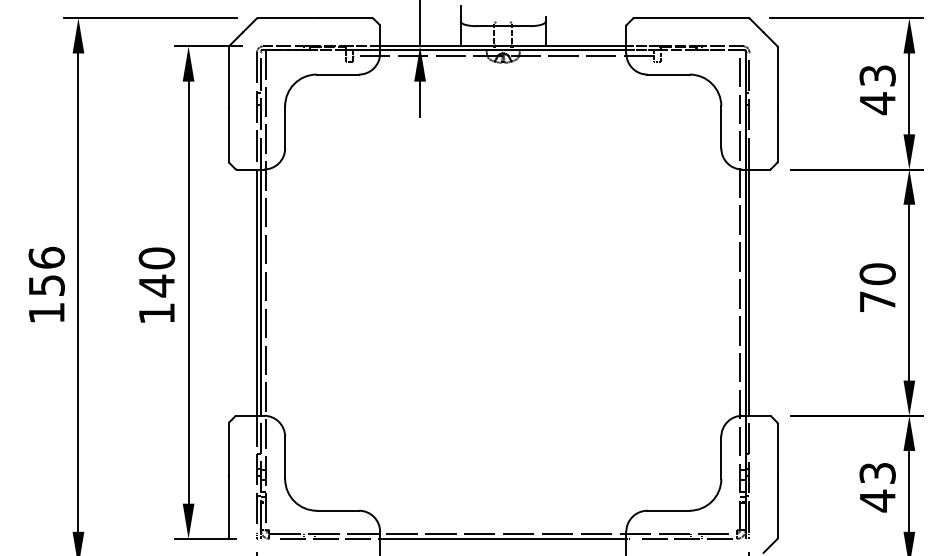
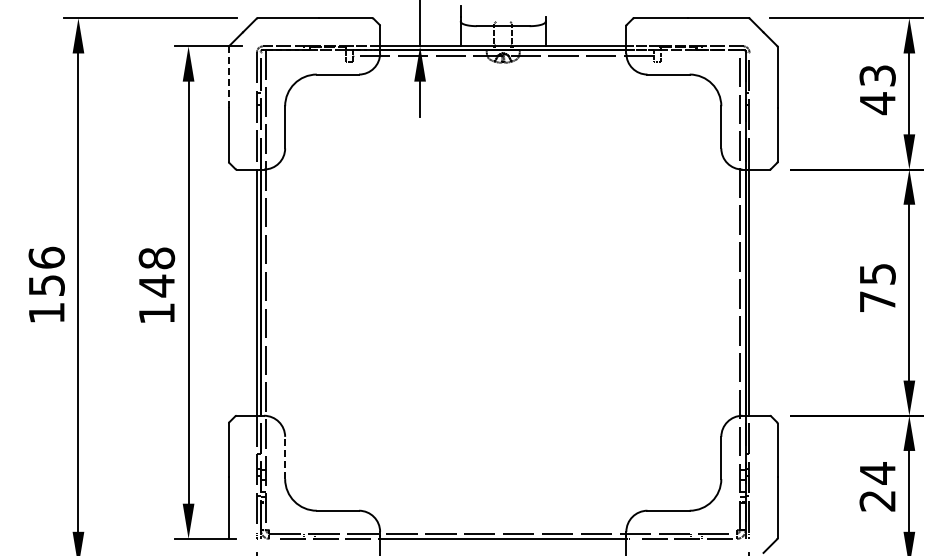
line at (228, 77): solid -> dashed
text at (156, 258): 140 -> 148
text at (877, 274): 70 -> 75
line at (285, 457): solid -> dashed
text at (877, 487): 43 -> 24
